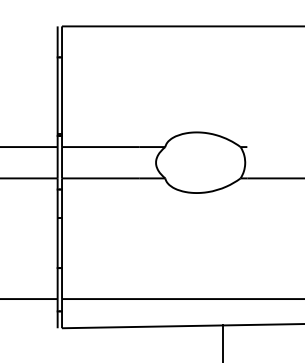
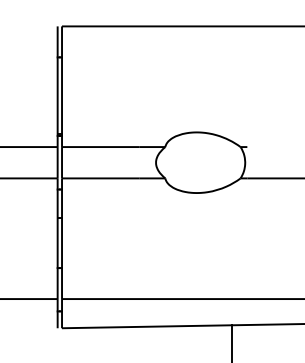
line at (223, 342) position: (223, 342) -> (232, 342)
